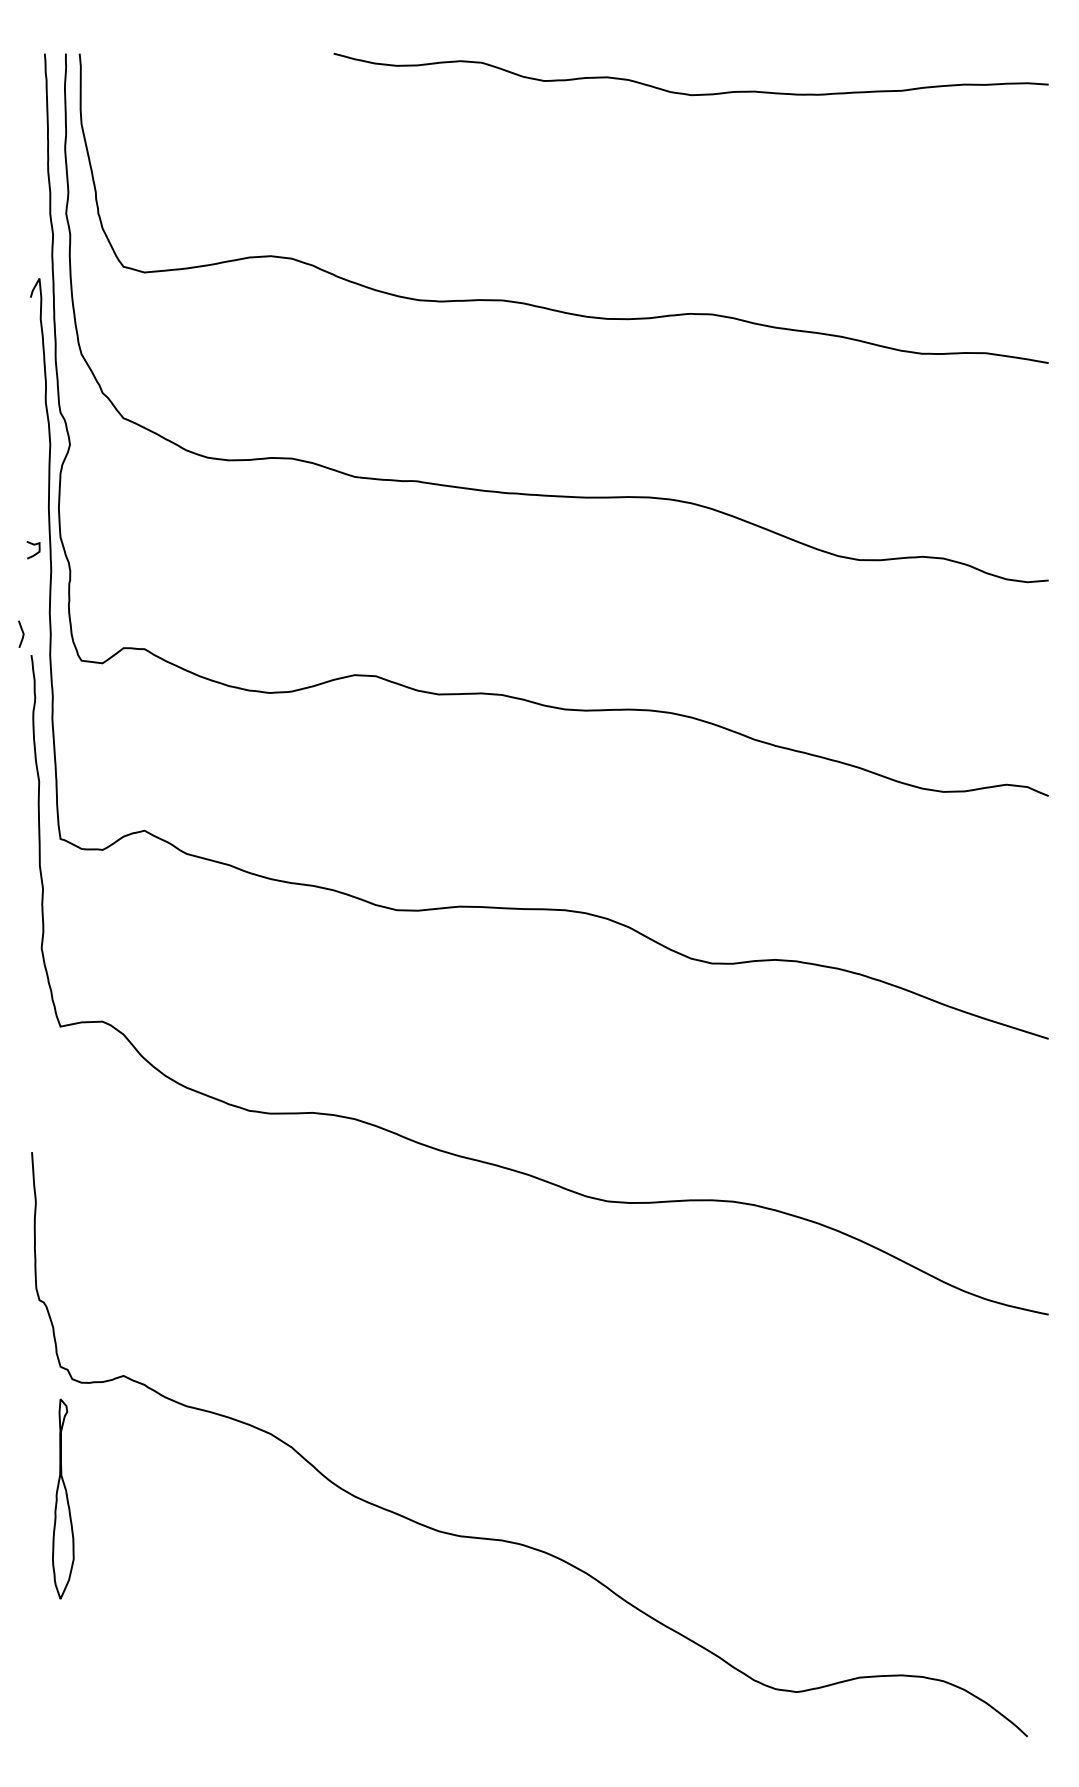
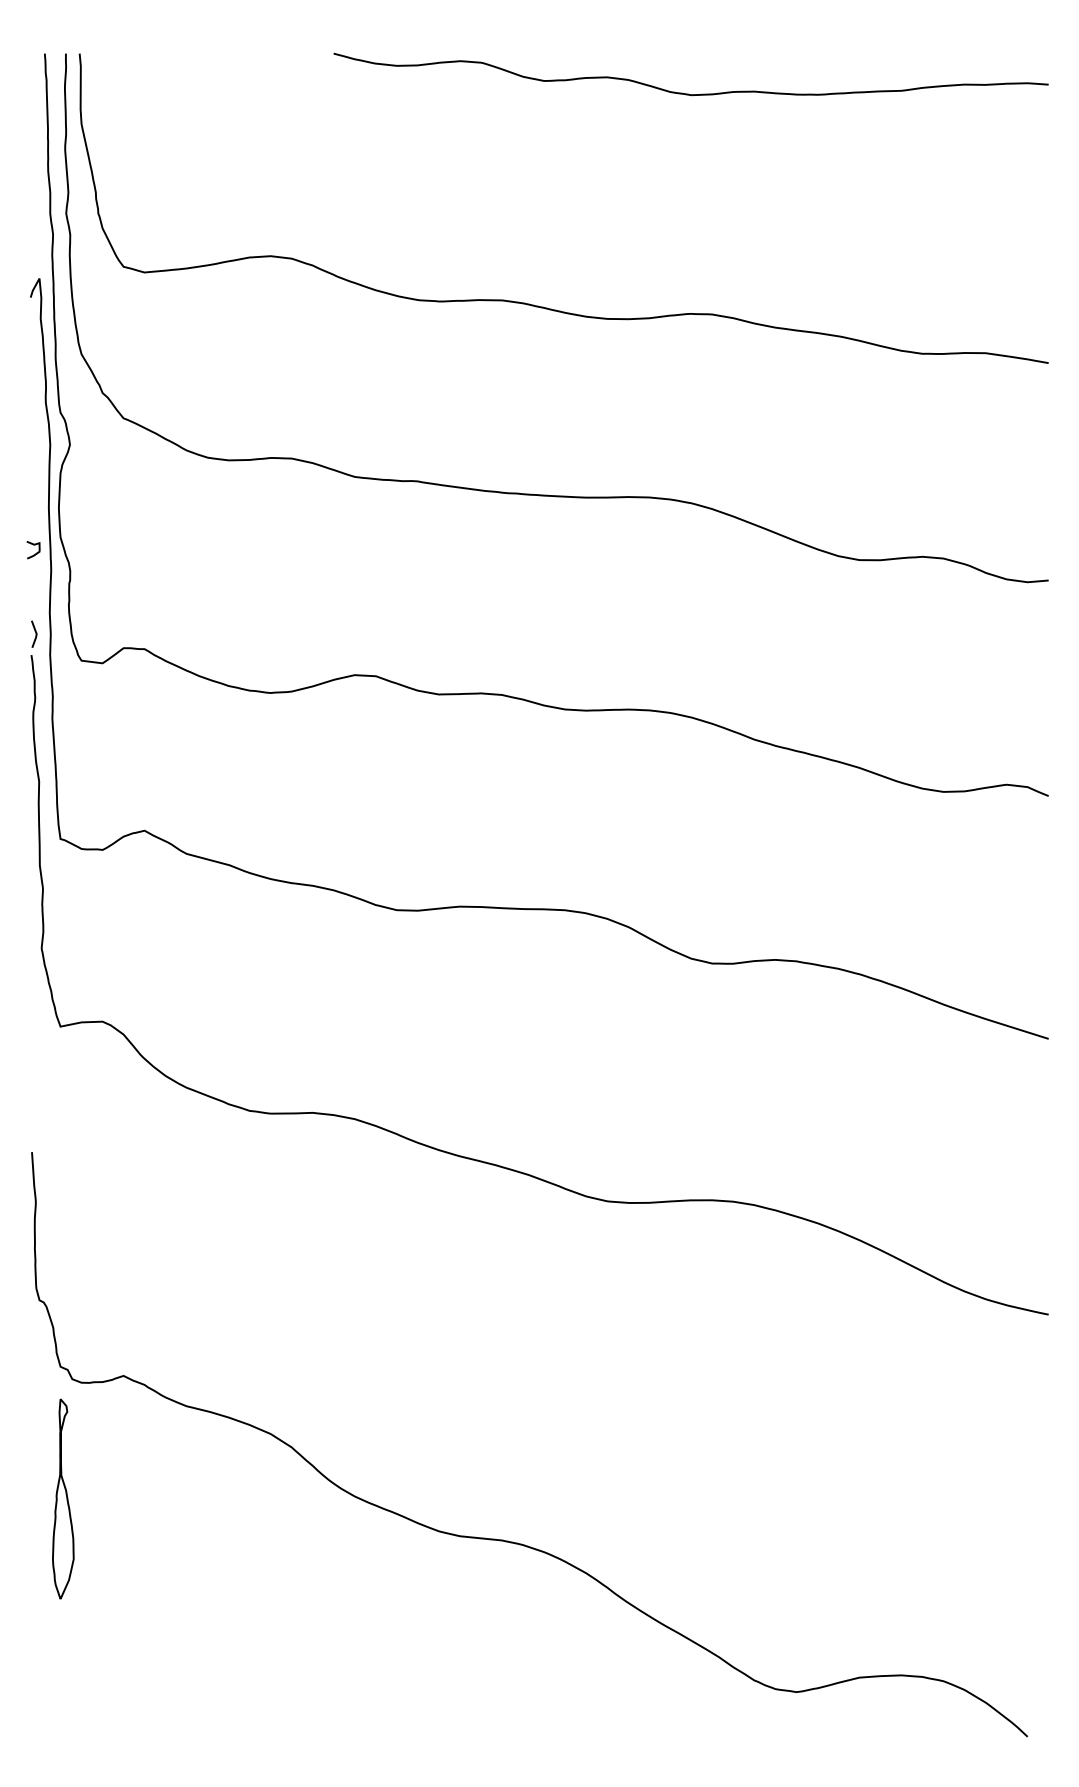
line at (22, 633) position: (22, 633) -> (35, 633)
